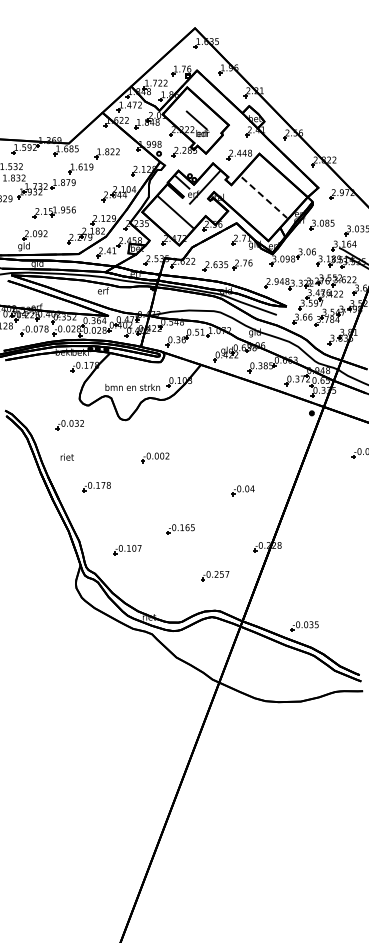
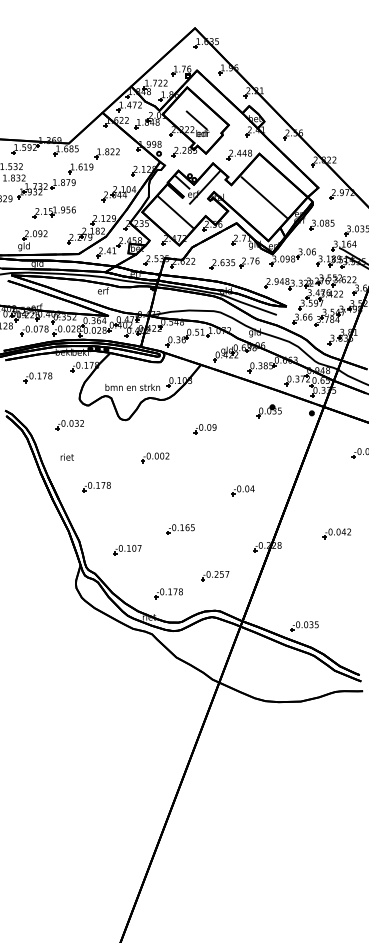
line at (264, 198): dashed -> solid
part at (227, 265) position: (227, 265) -> (234, 263)
part at (37, 377): none -> present
part at (268, 411): none -> present
part at (204, 429): none -> present
part at (336, 533): none -> present
part at (168, 593): none -> present
